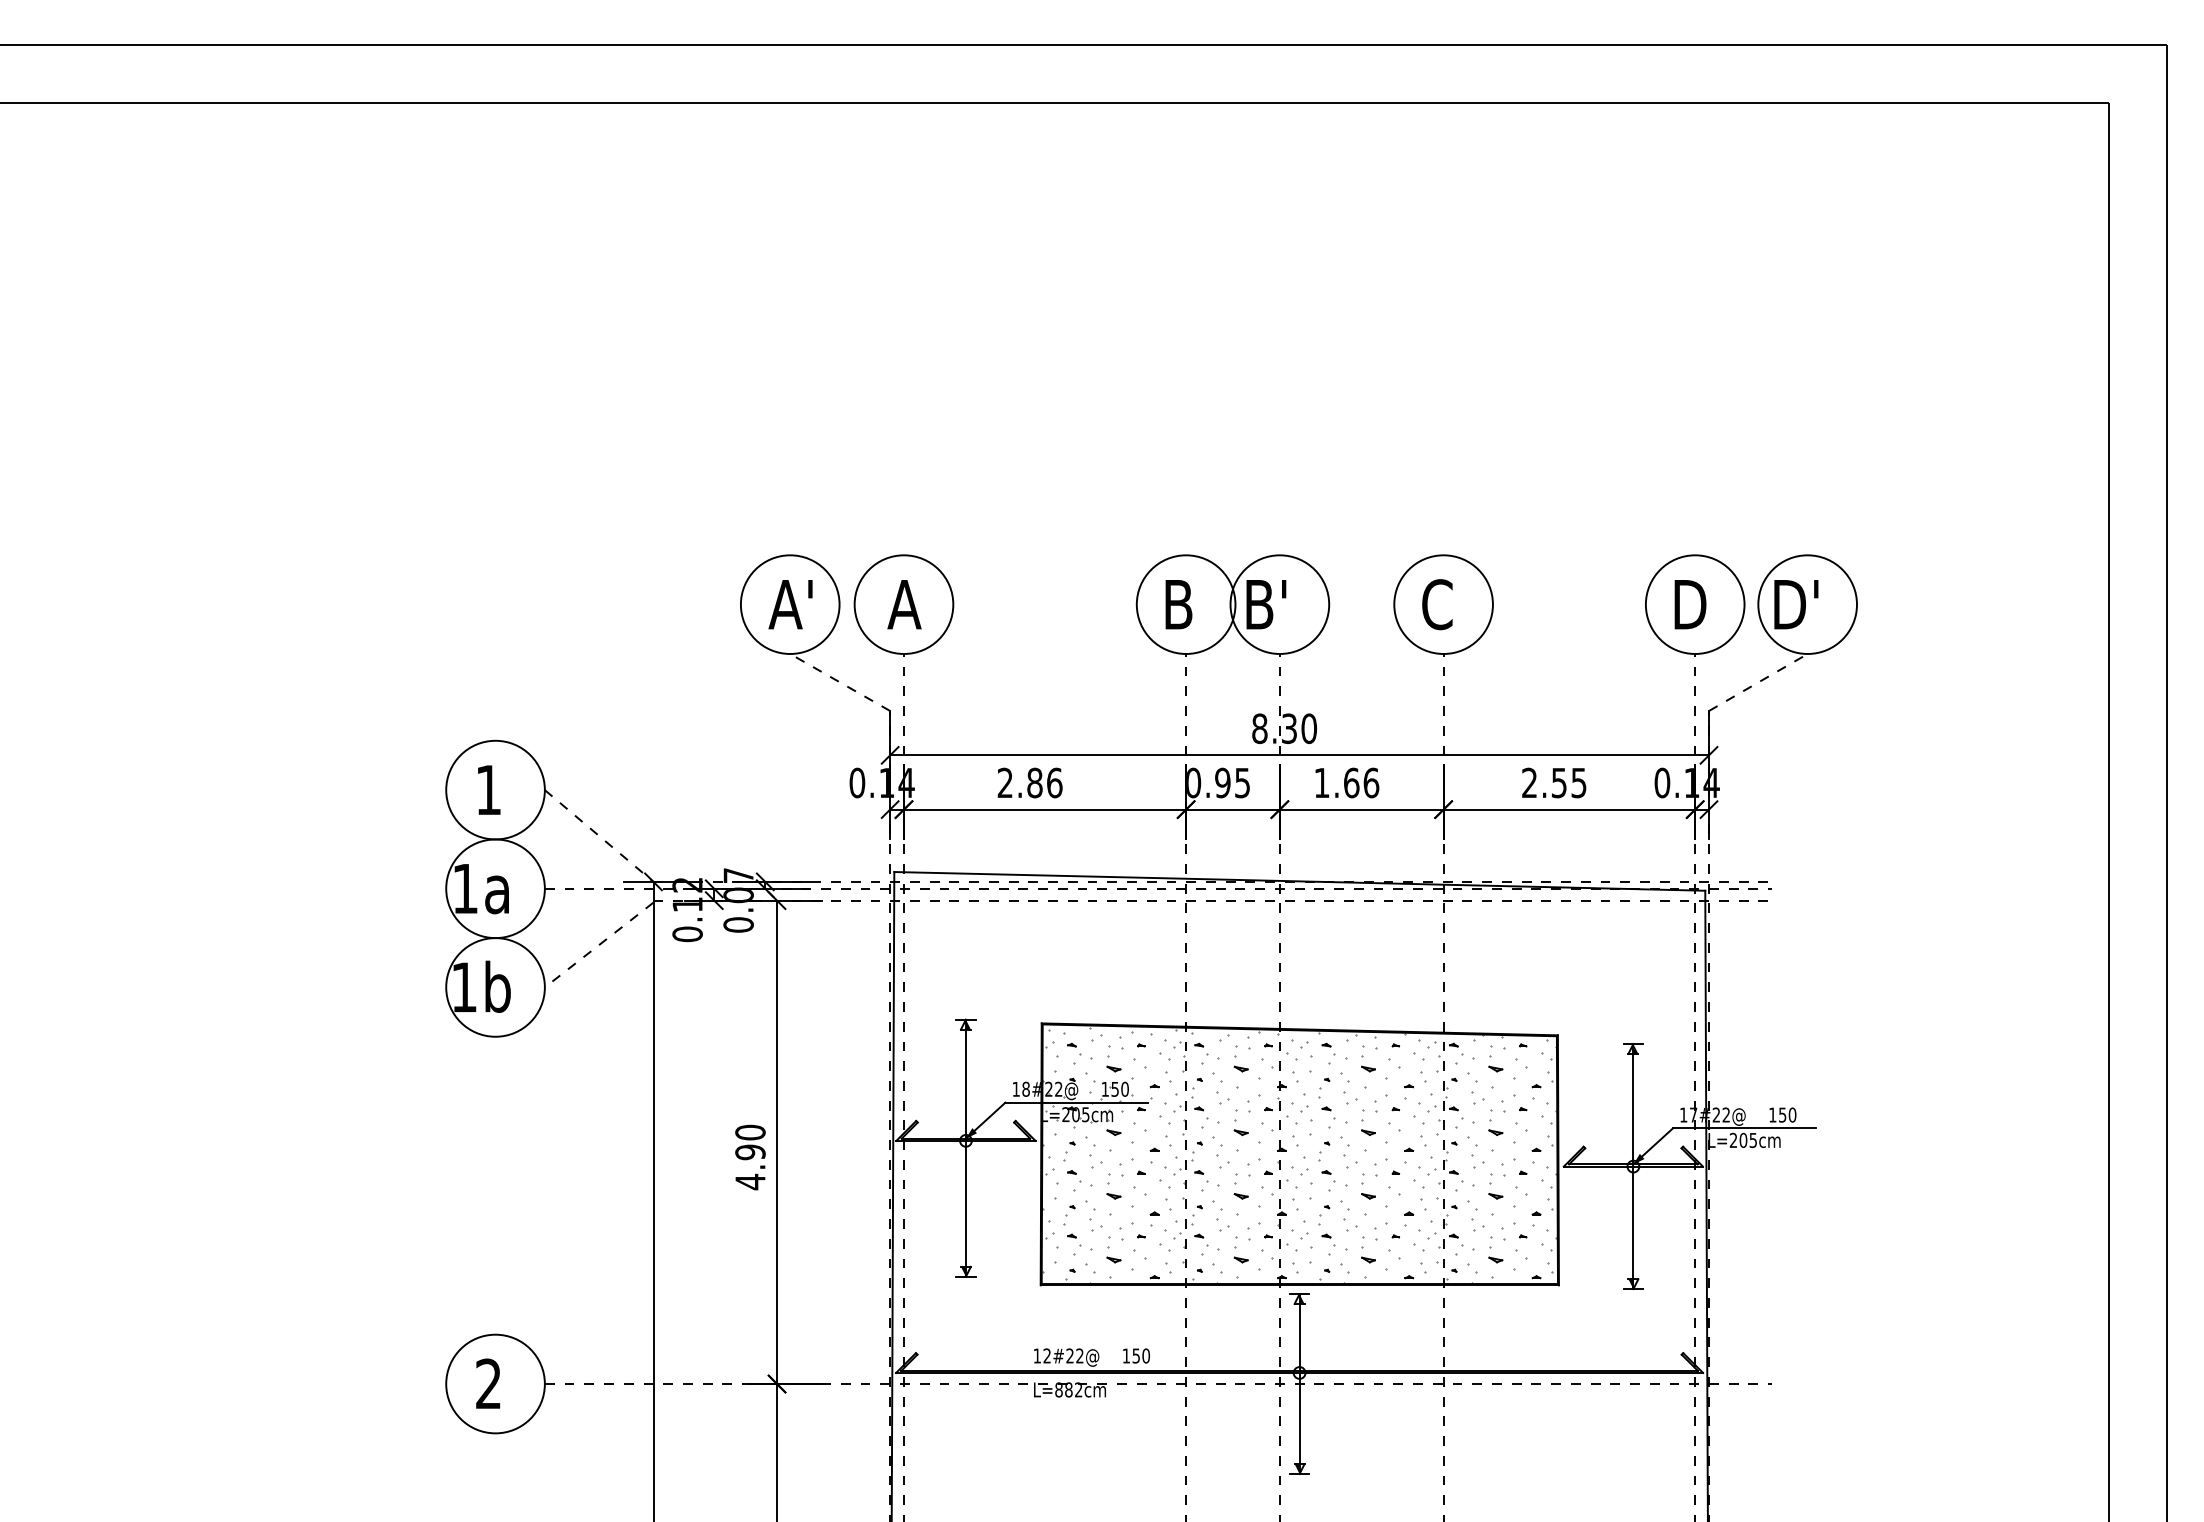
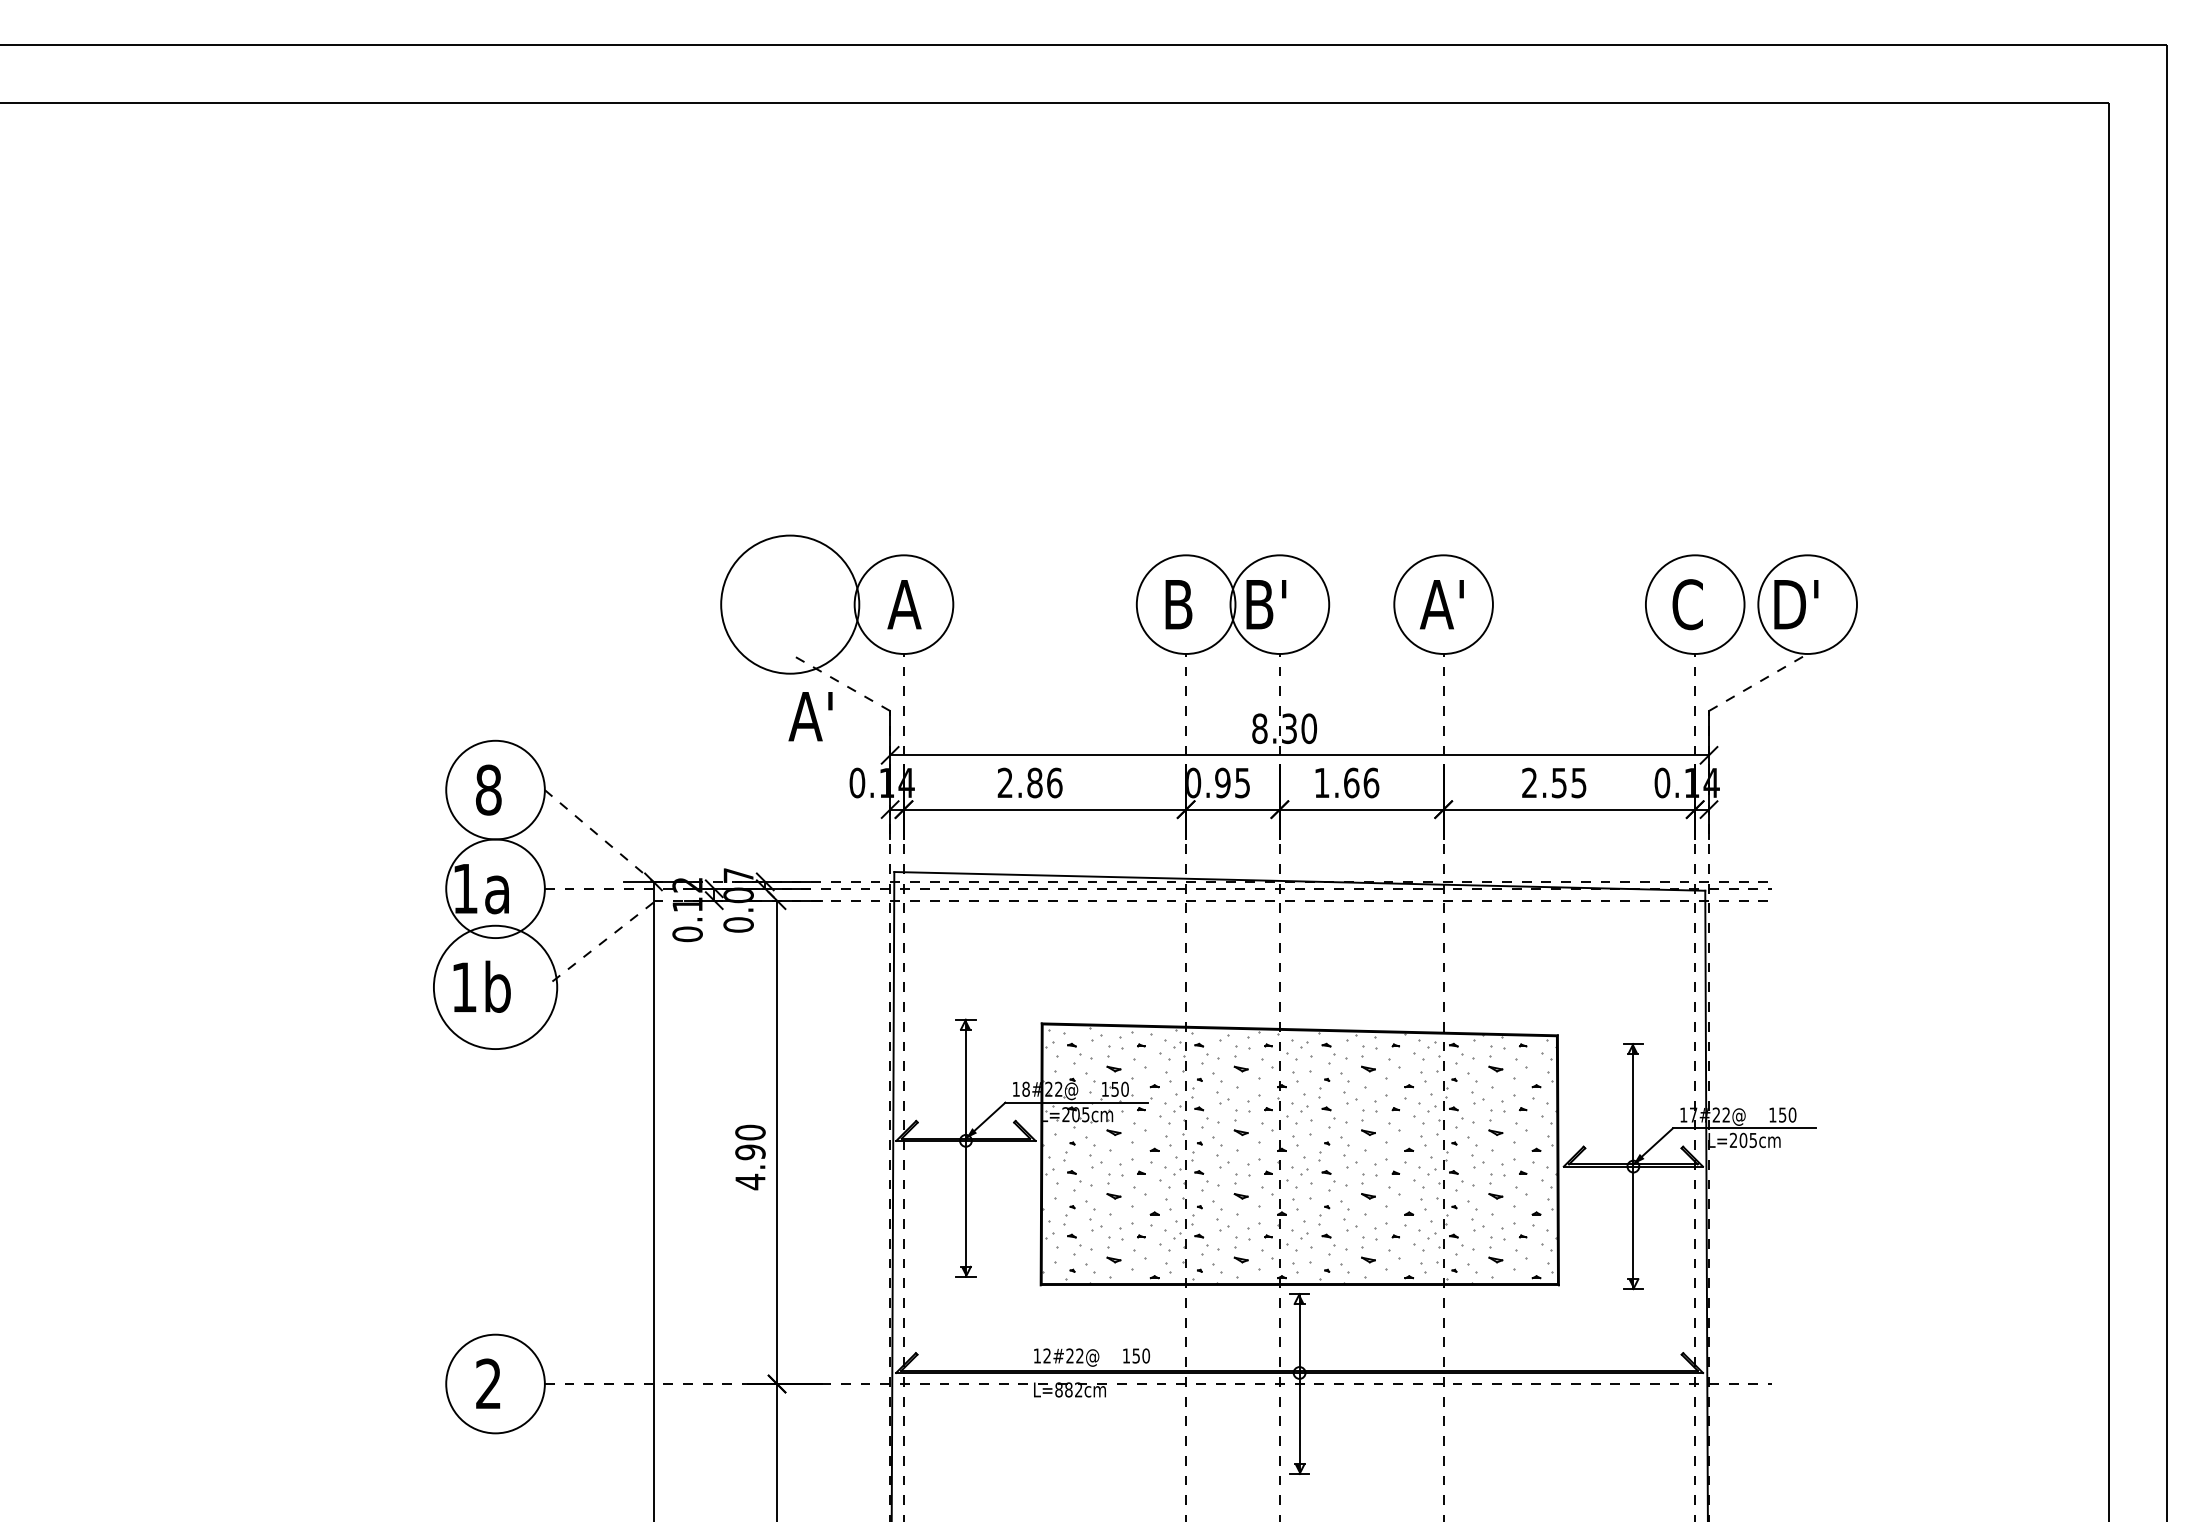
circle at (789, 604) diameter: 99 px -> 138 px
text at (790, 604) position: (790, 604) -> (810, 716)
text at (1441, 604): C -> A'
text at (1689, 604): D -> C
text at (488, 789): 1 -> 8
circle at (495, 987) diameter: 99 px -> 123 px
